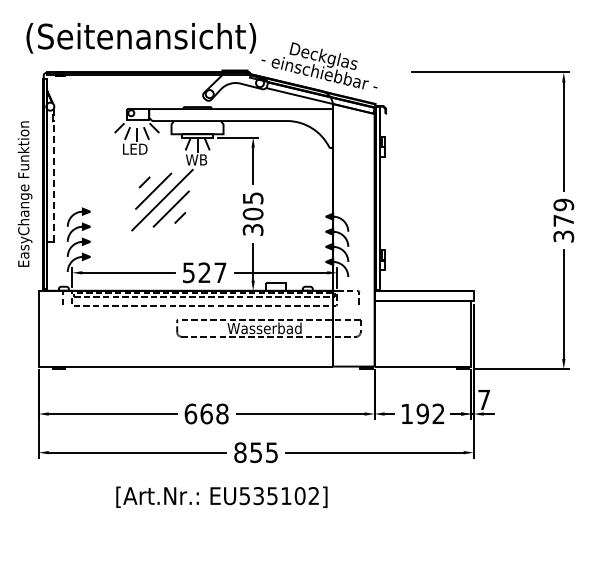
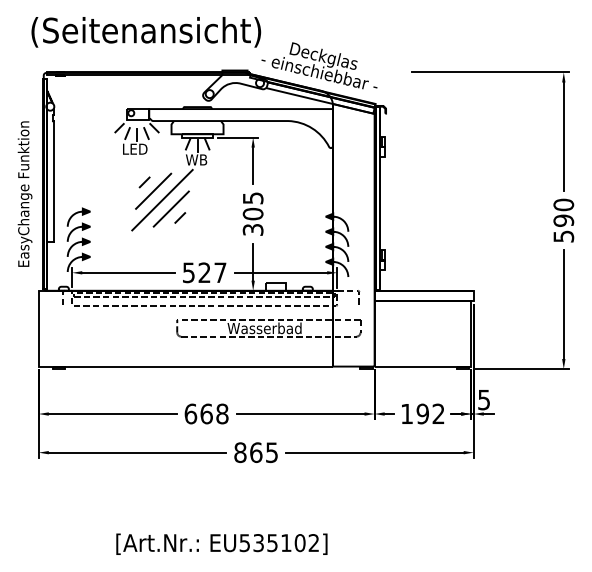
text at (141, 38) position: (141, 38) -> (146, 32)
line at (53, 181): dashed -> solid
text at (563, 219): 379 -> 590
text at (483, 400): 7 -> 5
text at (256, 452): 855 -> 865
text at (221, 496) position: (221, 496) -> (221, 543)
